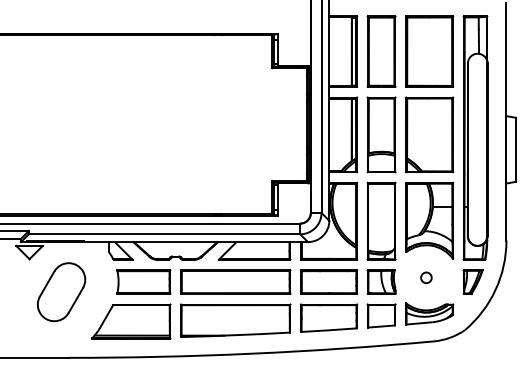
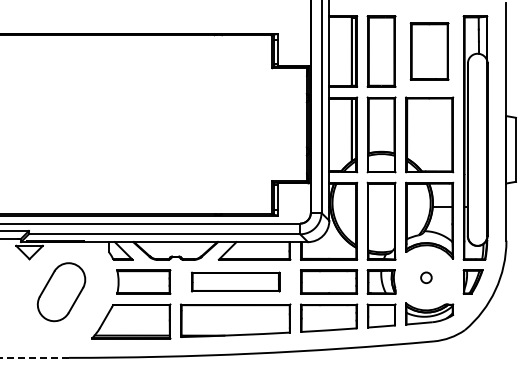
part at (429, 51) size: 50x73 px -> 41x59 px
part at (235, 281) size: 112x26 px -> 90x22 px
line at (34, 357): solid -> dashed
